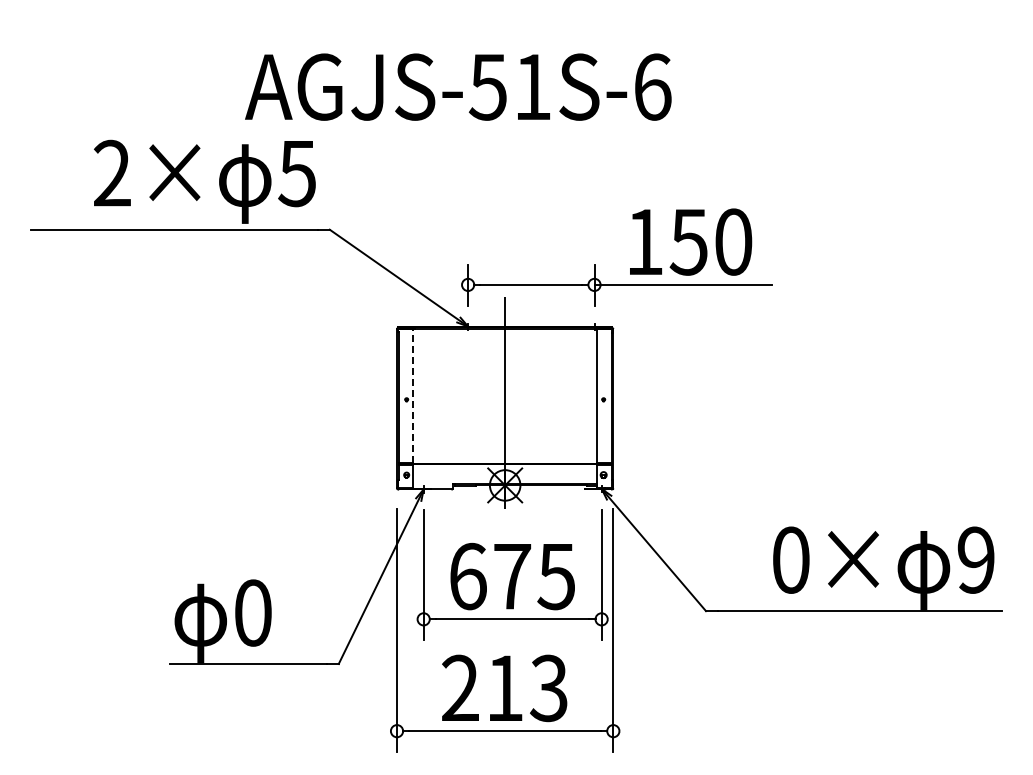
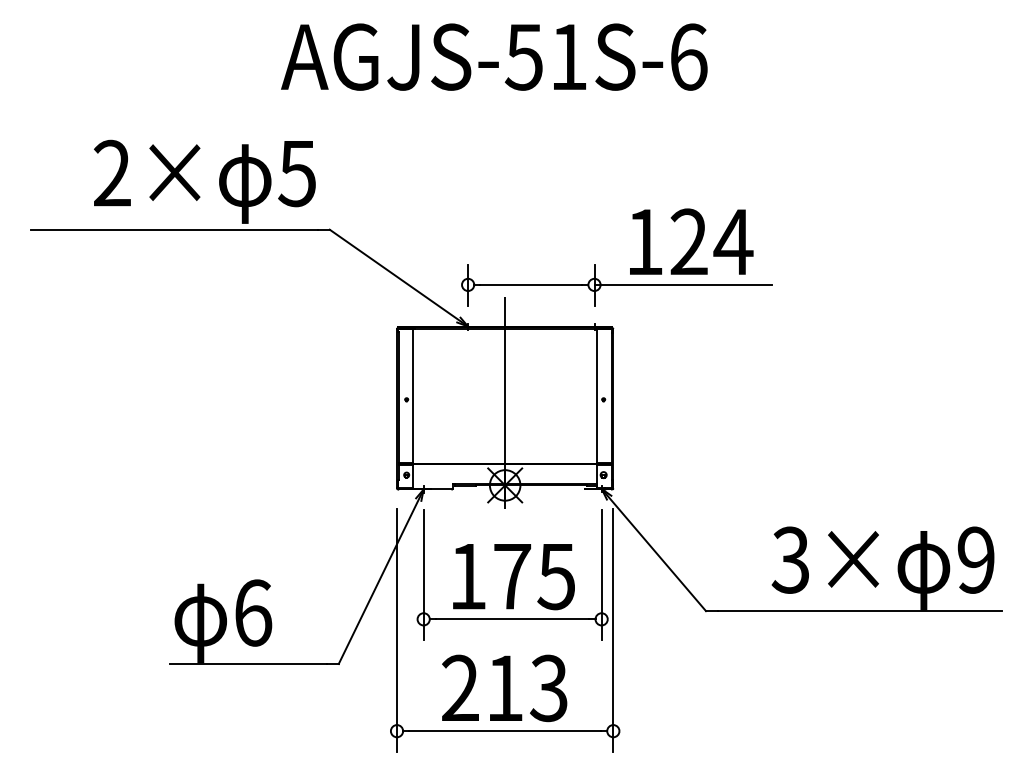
text at (458, 86) position: (458, 86) -> (494, 56)
text at (711, 241): 150 -> 124
line at (413, 395): dashed -> solid
text at (790, 559): 0× -> 3×
text at (468, 576): 675 -> 175
text at (253, 612): 0 -> 6
